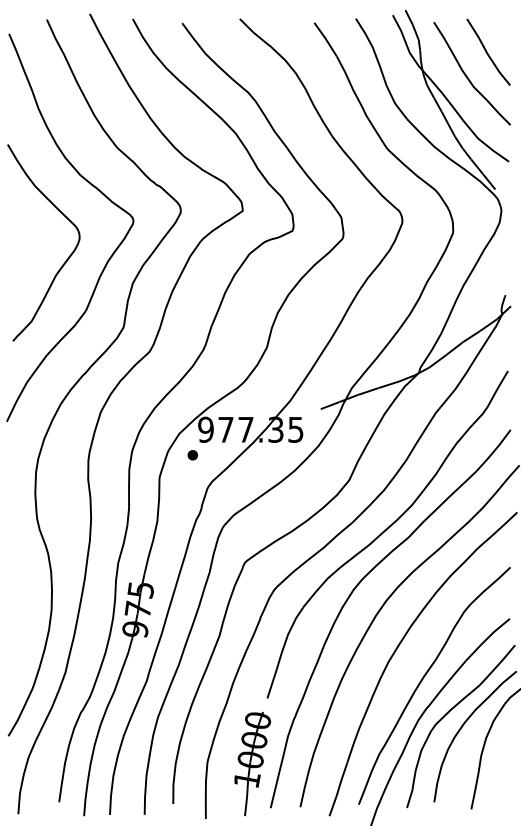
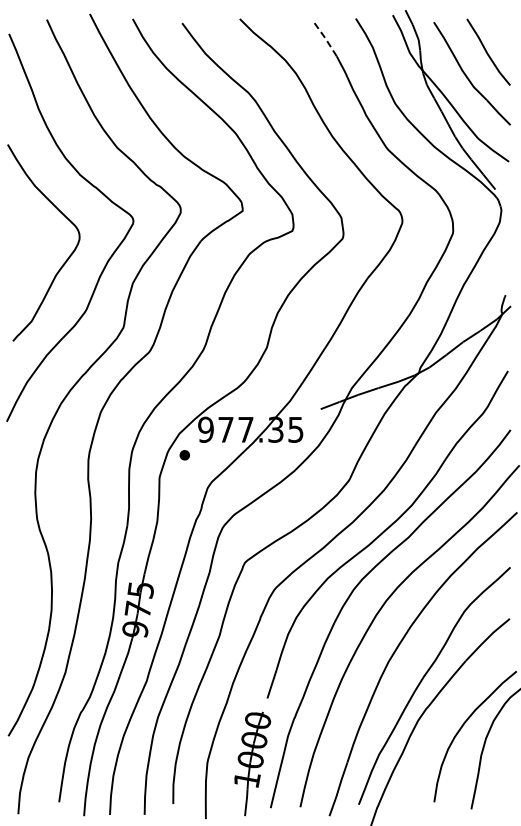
line at (325, 39): solid -> dashed
part at (192, 455) position: (192, 455) -> (184, 455)
curve at (448, 713): present -> none
